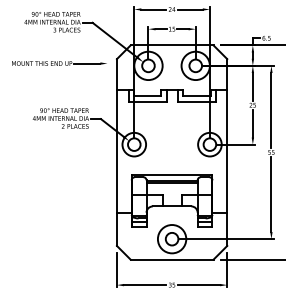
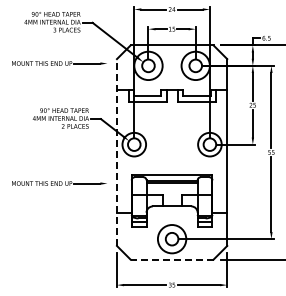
line at (116, 152): solid -> dashed
part at (59, 183): none -> present
line at (171, 259): solid -> dashed
